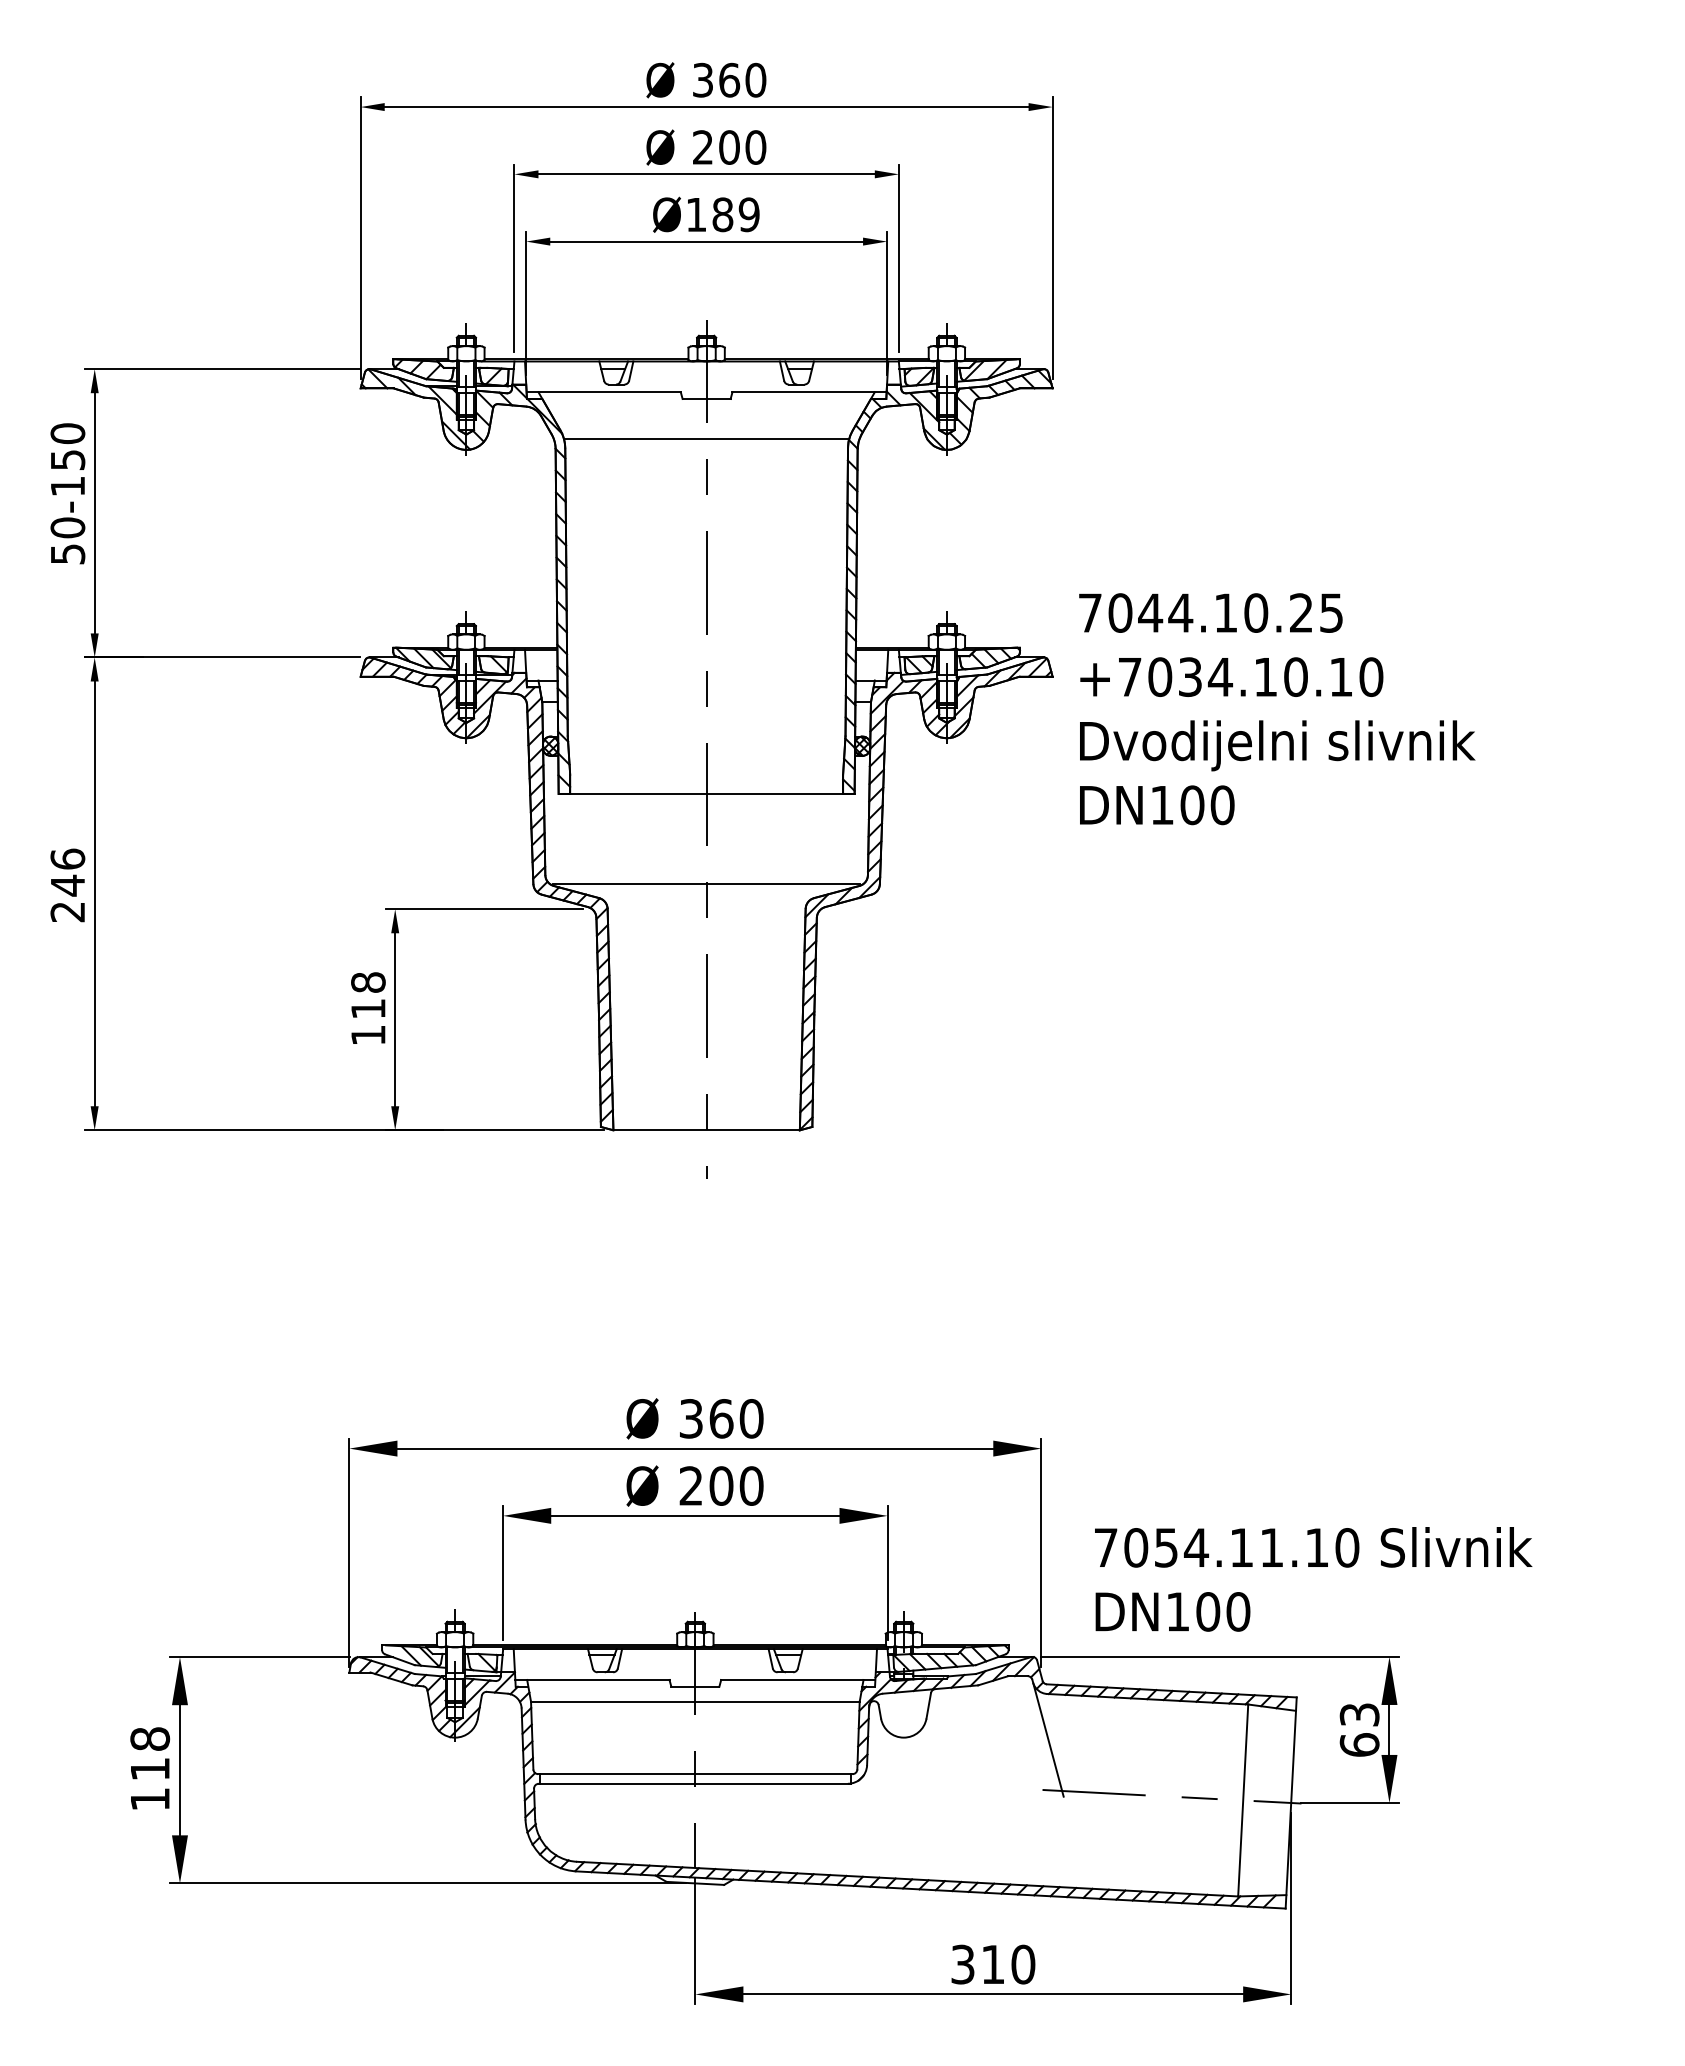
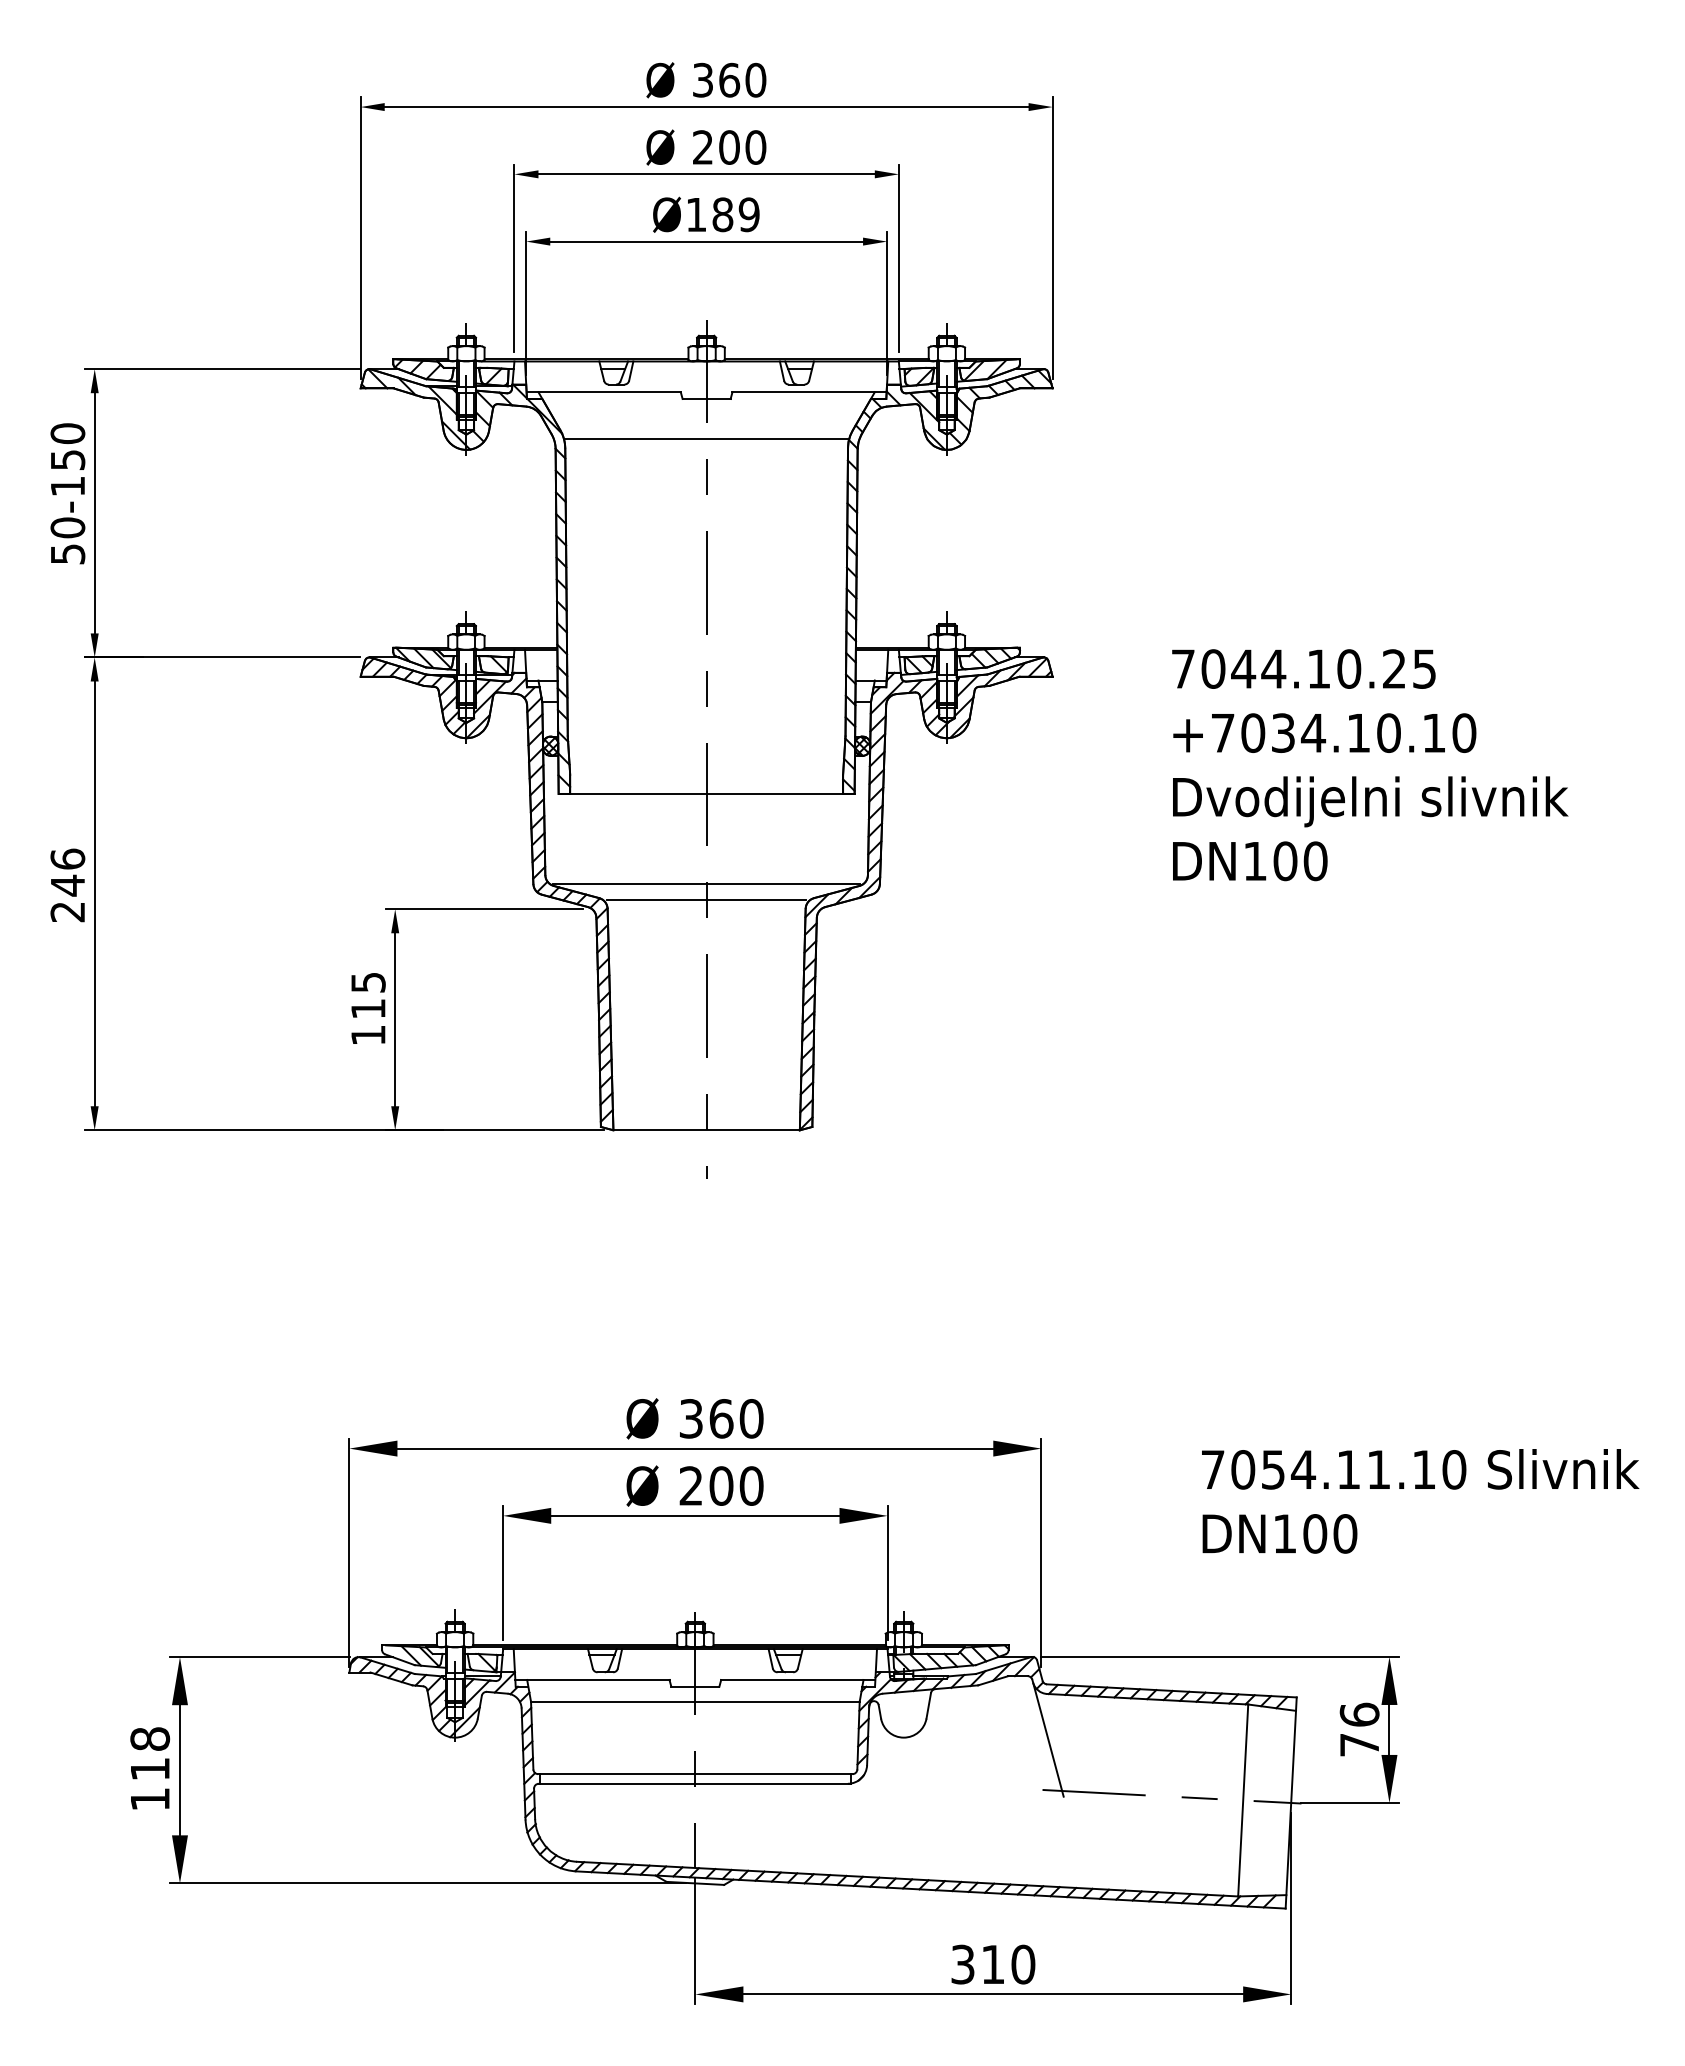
text at (1277, 709) position: (1277, 709) -> (1370, 765)
line at (706, 900): none -> present
text at (368, 982): 118 -> 115
text at (1313, 1579) position: (1313, 1579) -> (1420, 1501)
text at (1359, 1729): 63 -> 76
